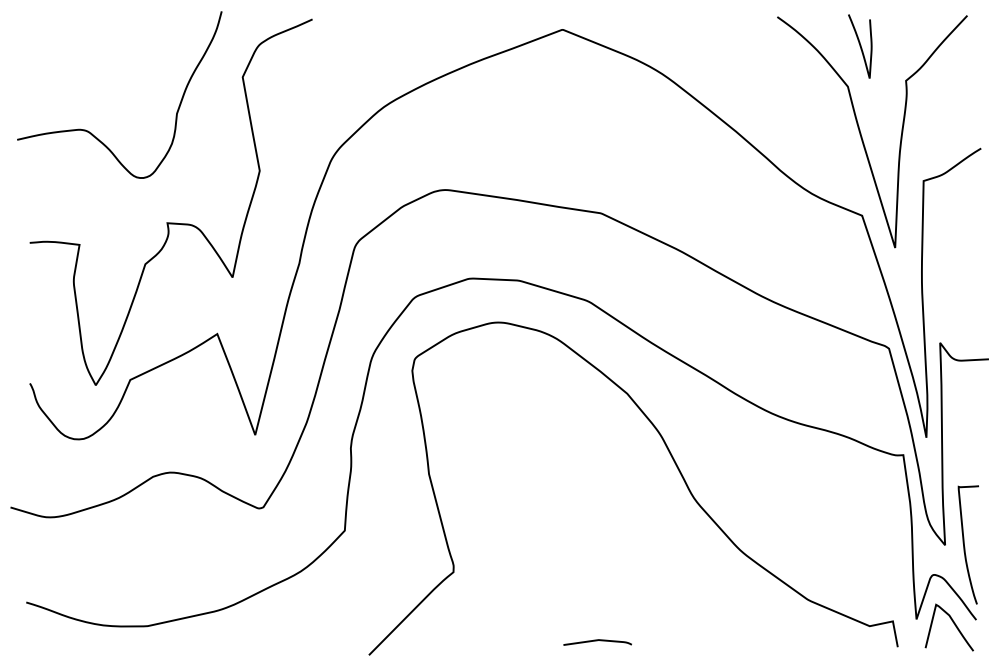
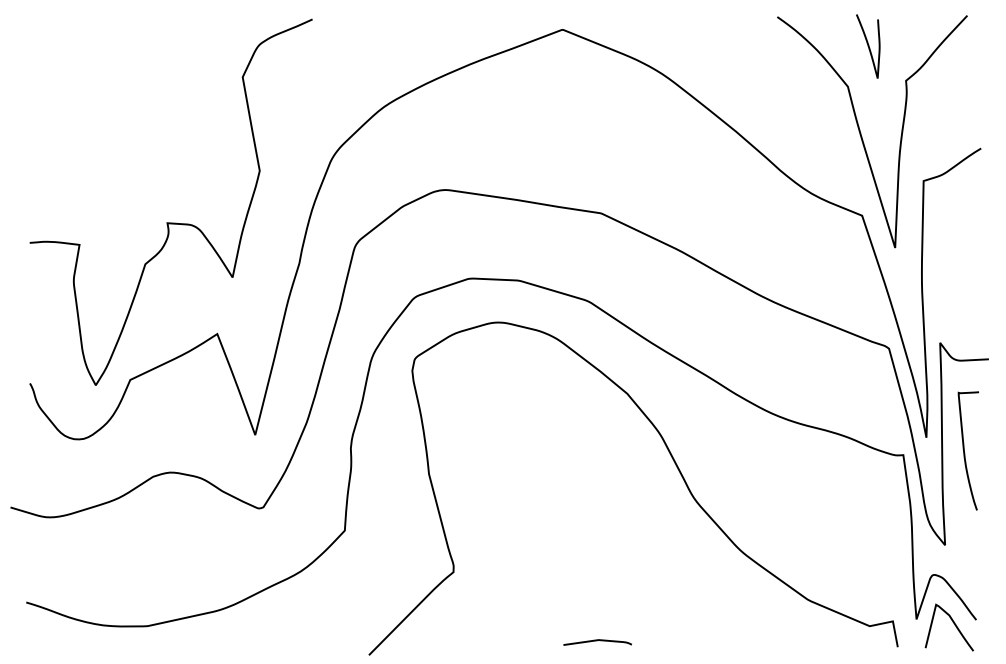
curve at (860, 46) position: (860, 46) -> (868, 46)
curve at (91, 132): present -> none
curve at (964, 544) position: (964, 544) -> (964, 450)
